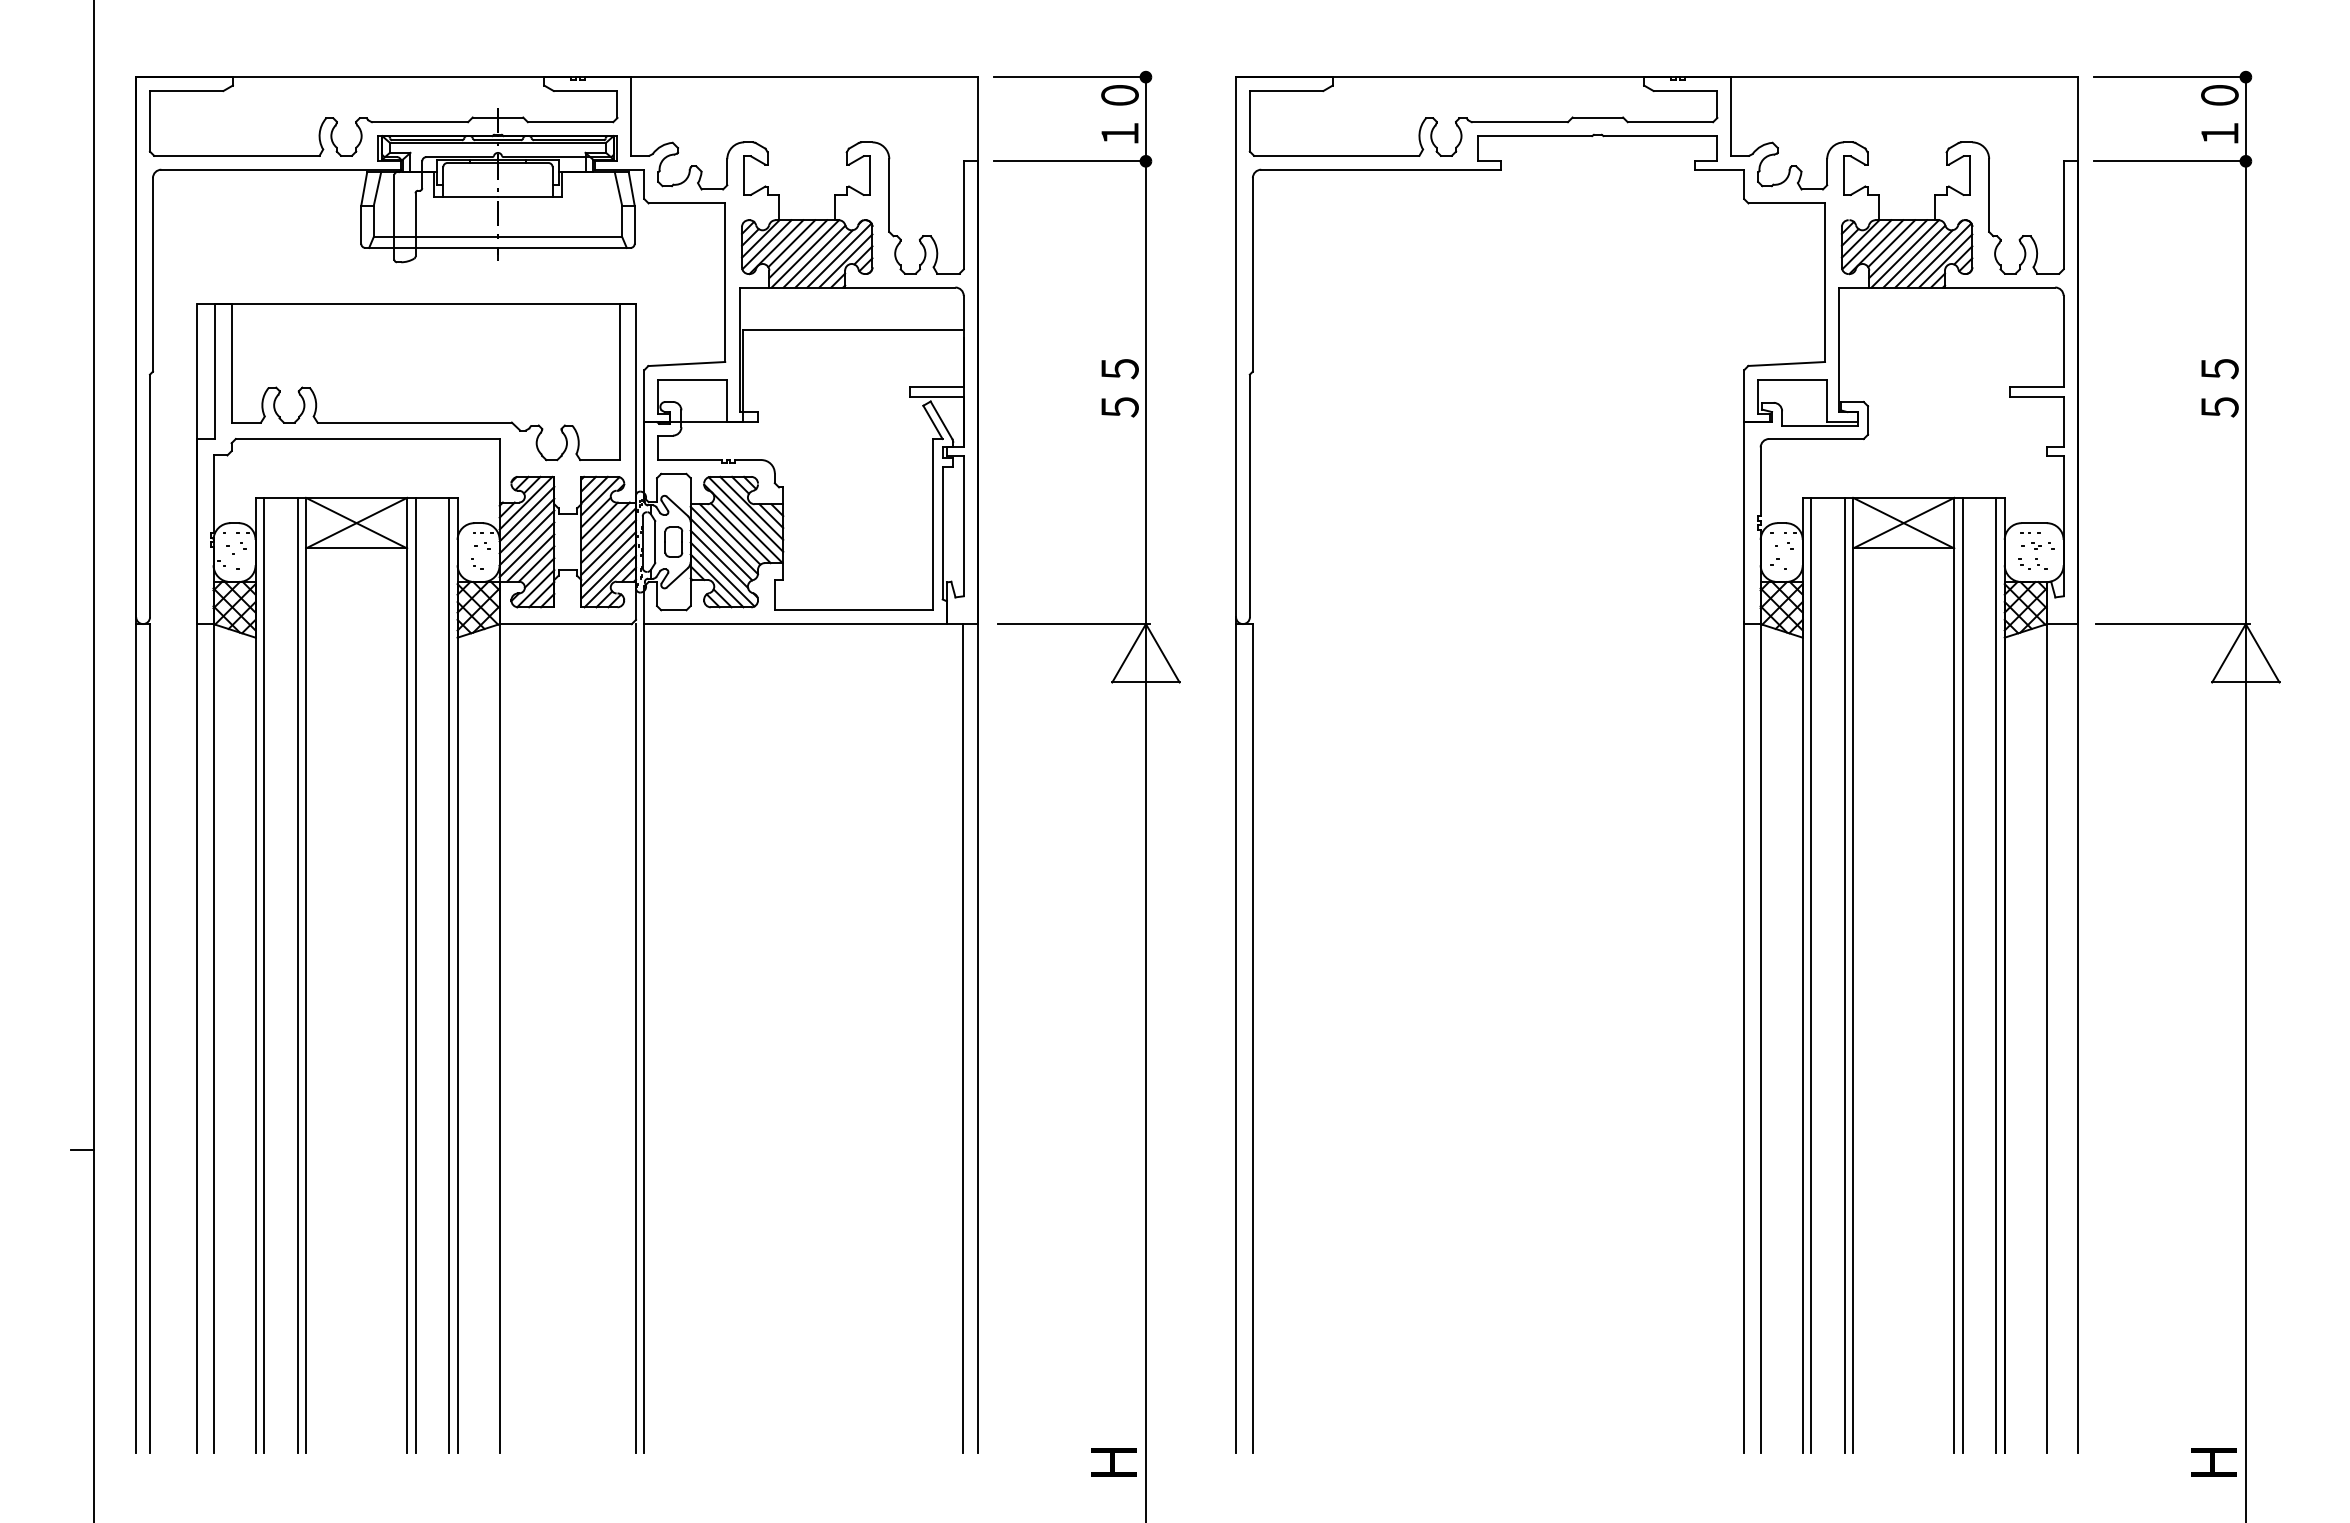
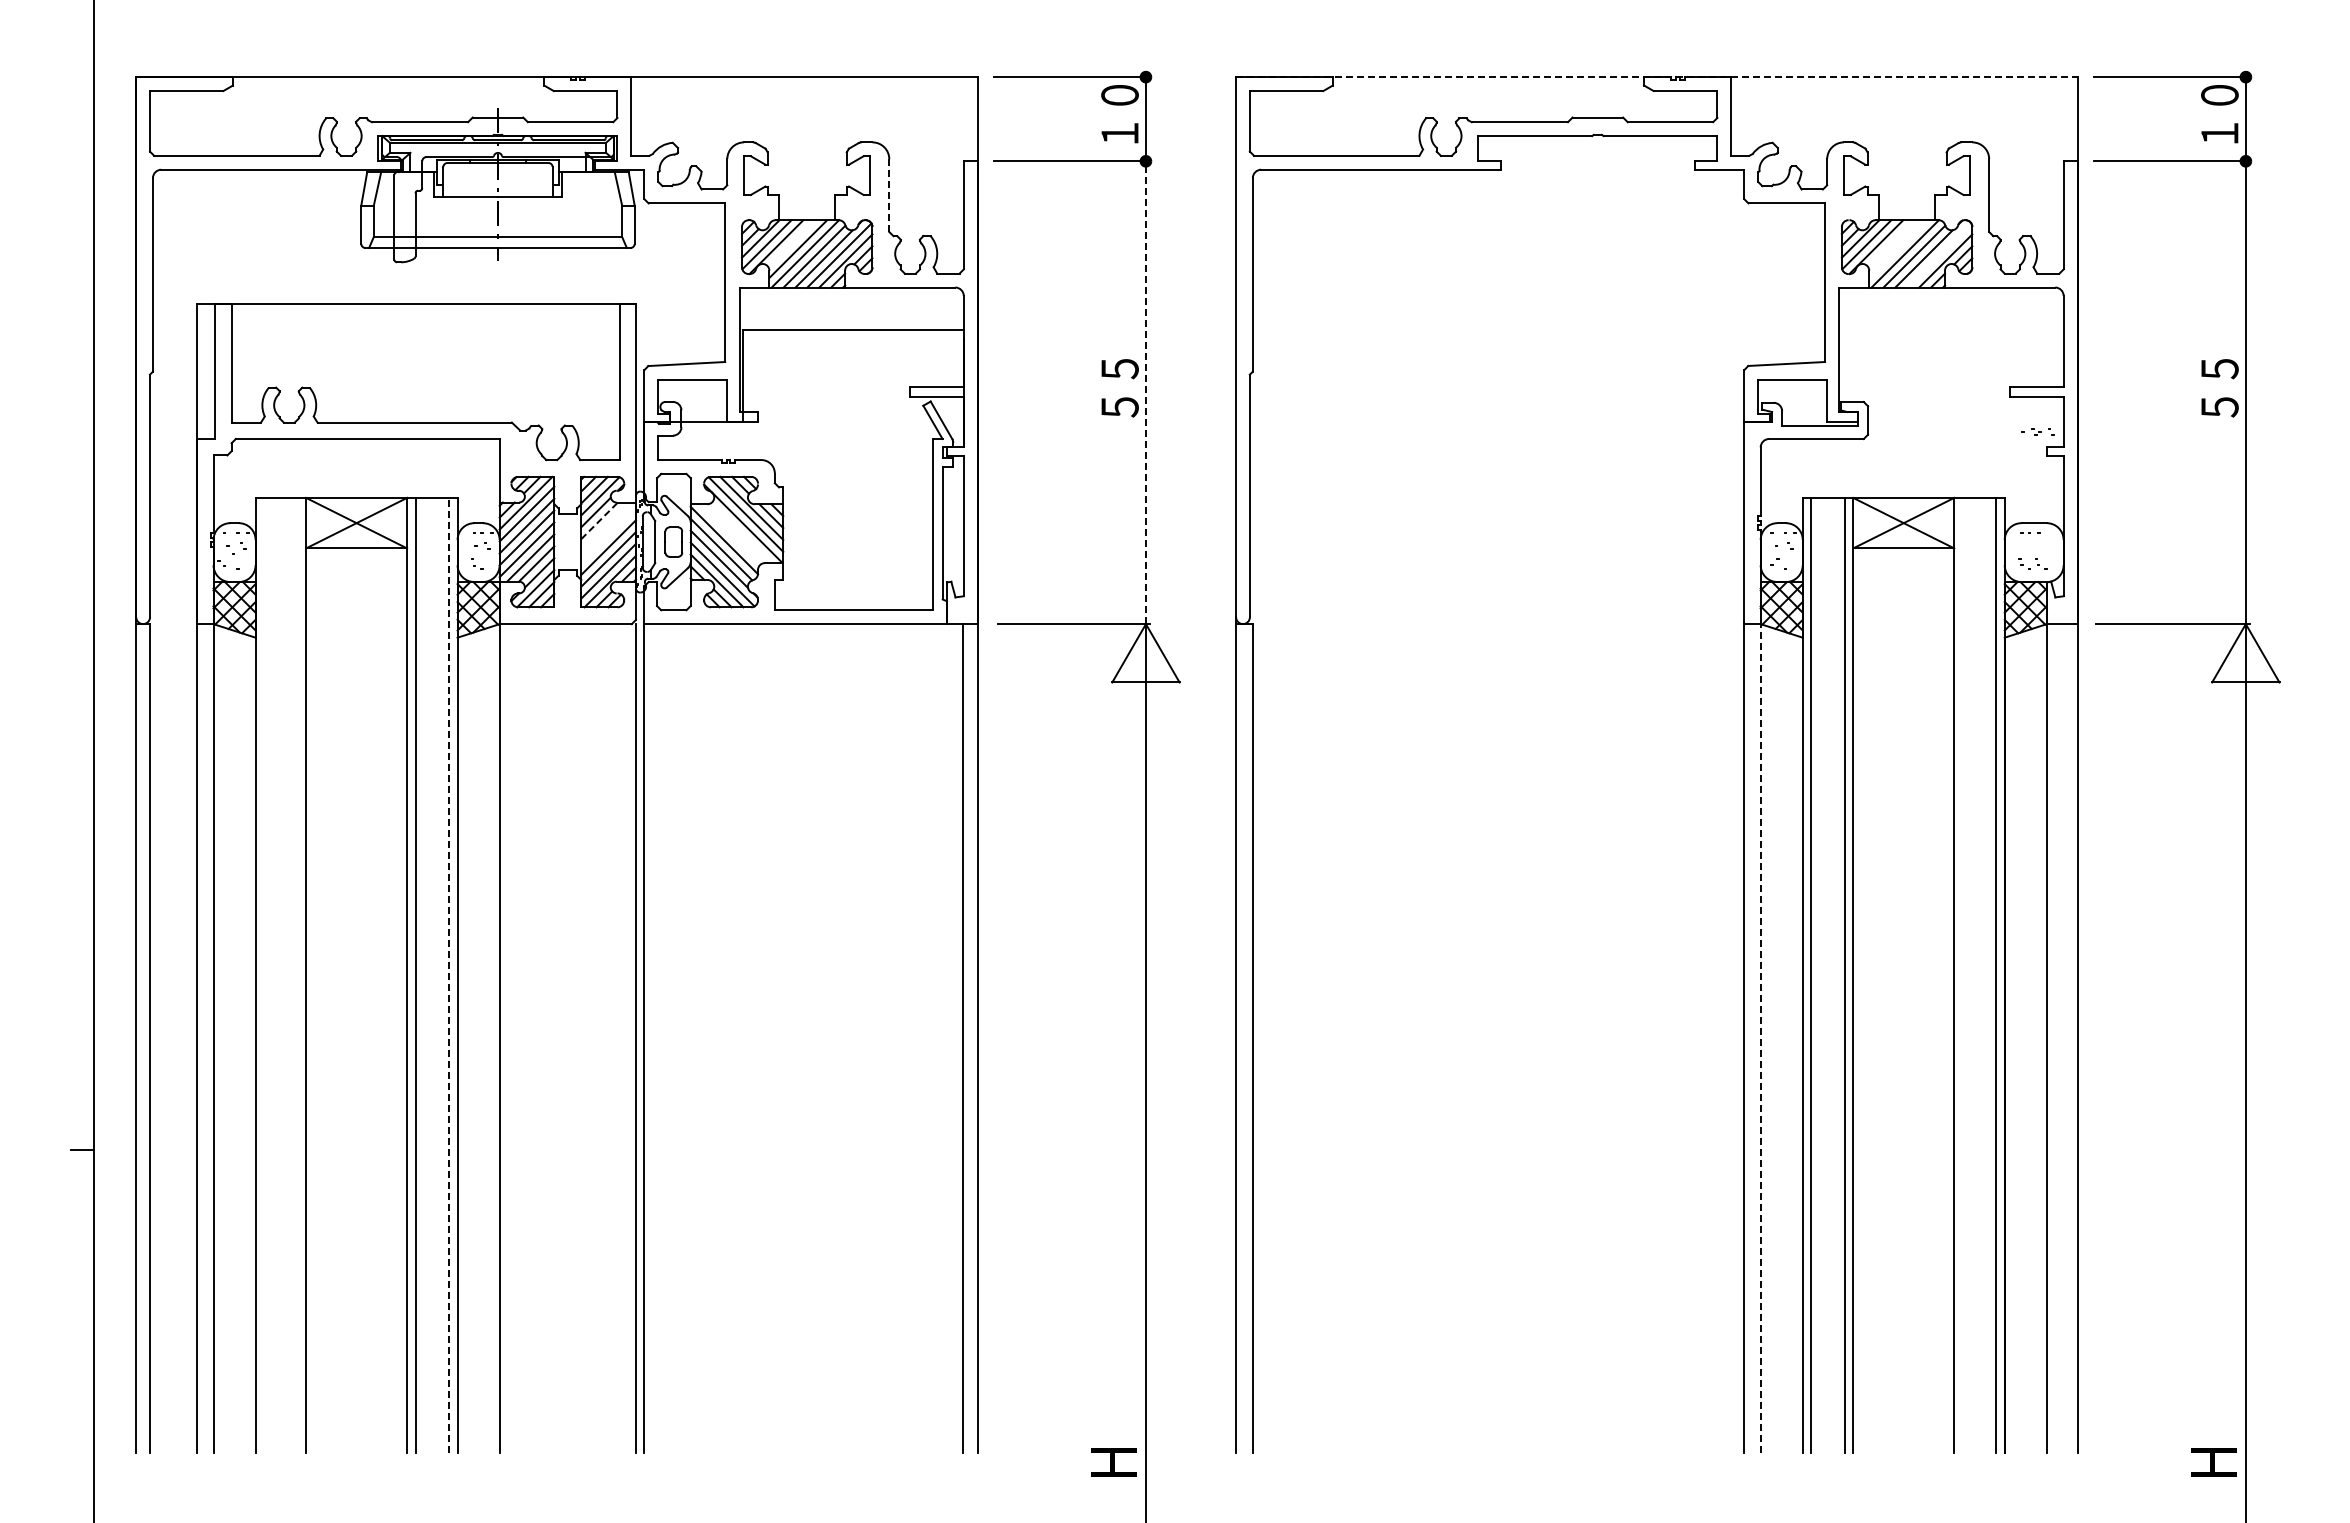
line at (1656, 77): solid -> dashed
line at (889, 195): solid -> dashed
line at (791, 243): present -> none
line at (1891, 243): present -> none
line at (1898, 249): present -> none
line at (1939, 255): present -> none
line at (1145, 392): solid -> dashed
line at (599, 520): solid -> dashed
line at (605, 526): present -> none
line at (740, 533): present -> none
line at (729, 534): present -> none
line at (608, 535): present -> none
part at (2037, 545) position: (2037, 545) -> (2037, 431)
line at (264, 975): present -> none
line at (297, 975): present -> none
line at (449, 975): solid -> dashed
line at (1962, 975): present -> none
line at (1760, 1036): solid -> dashed
